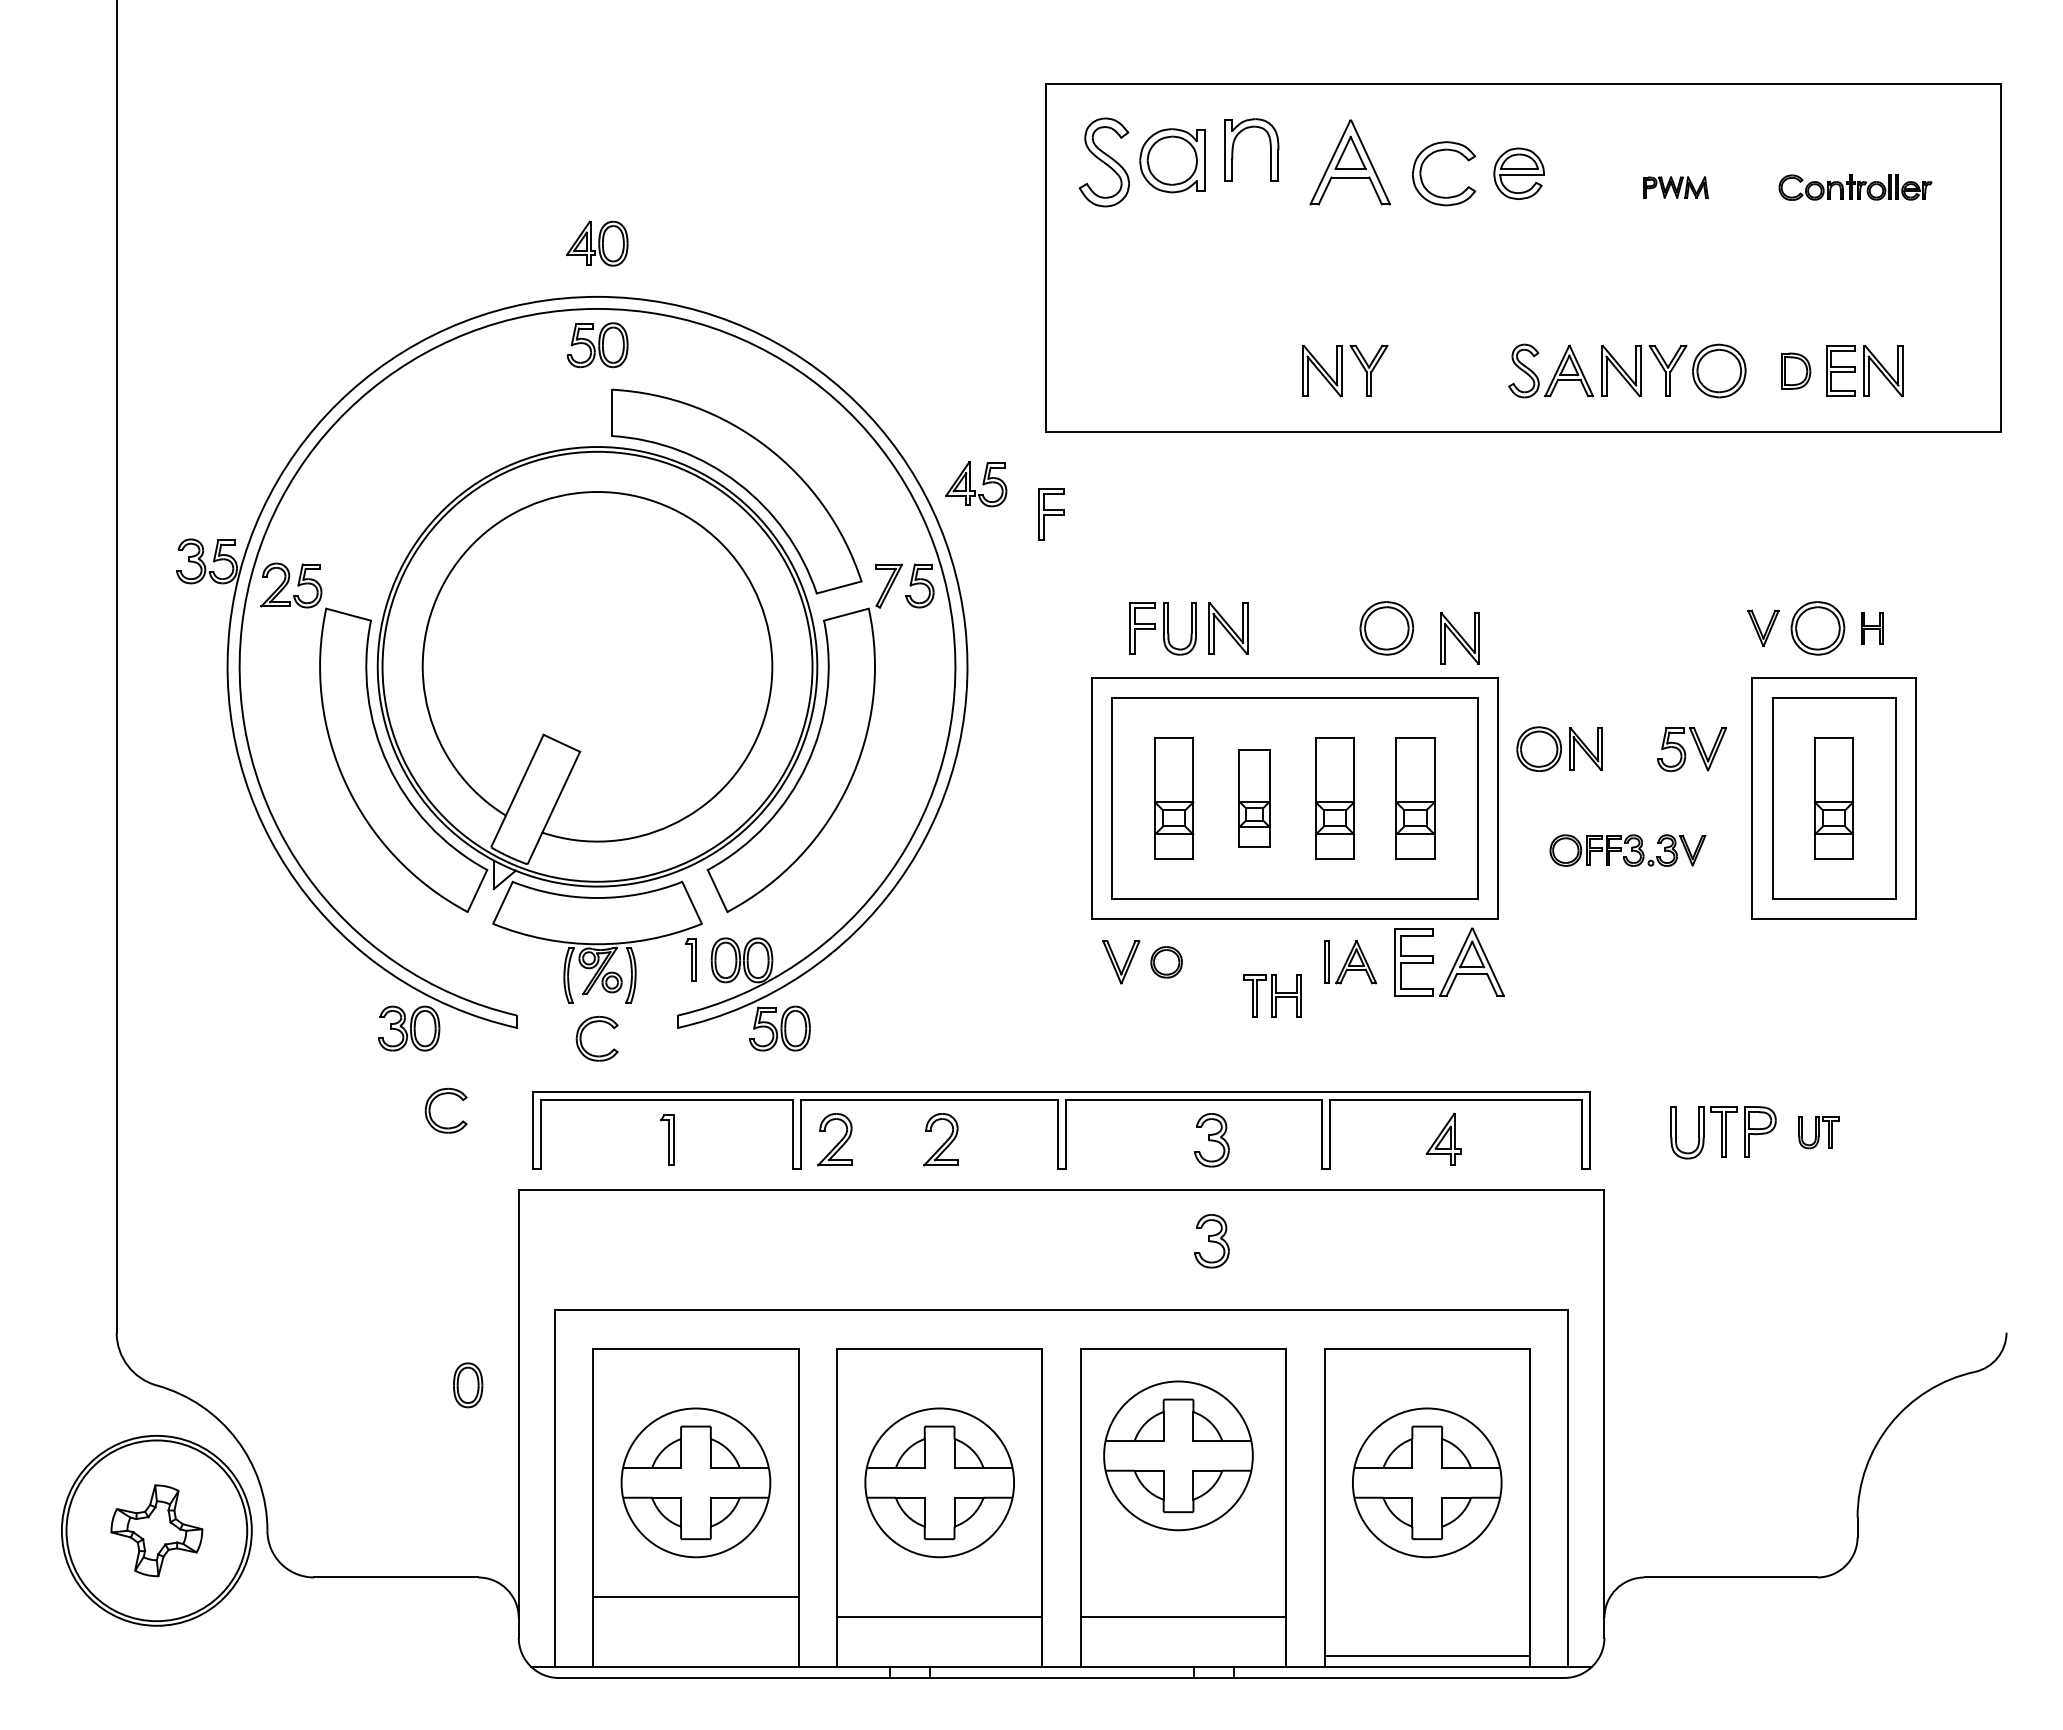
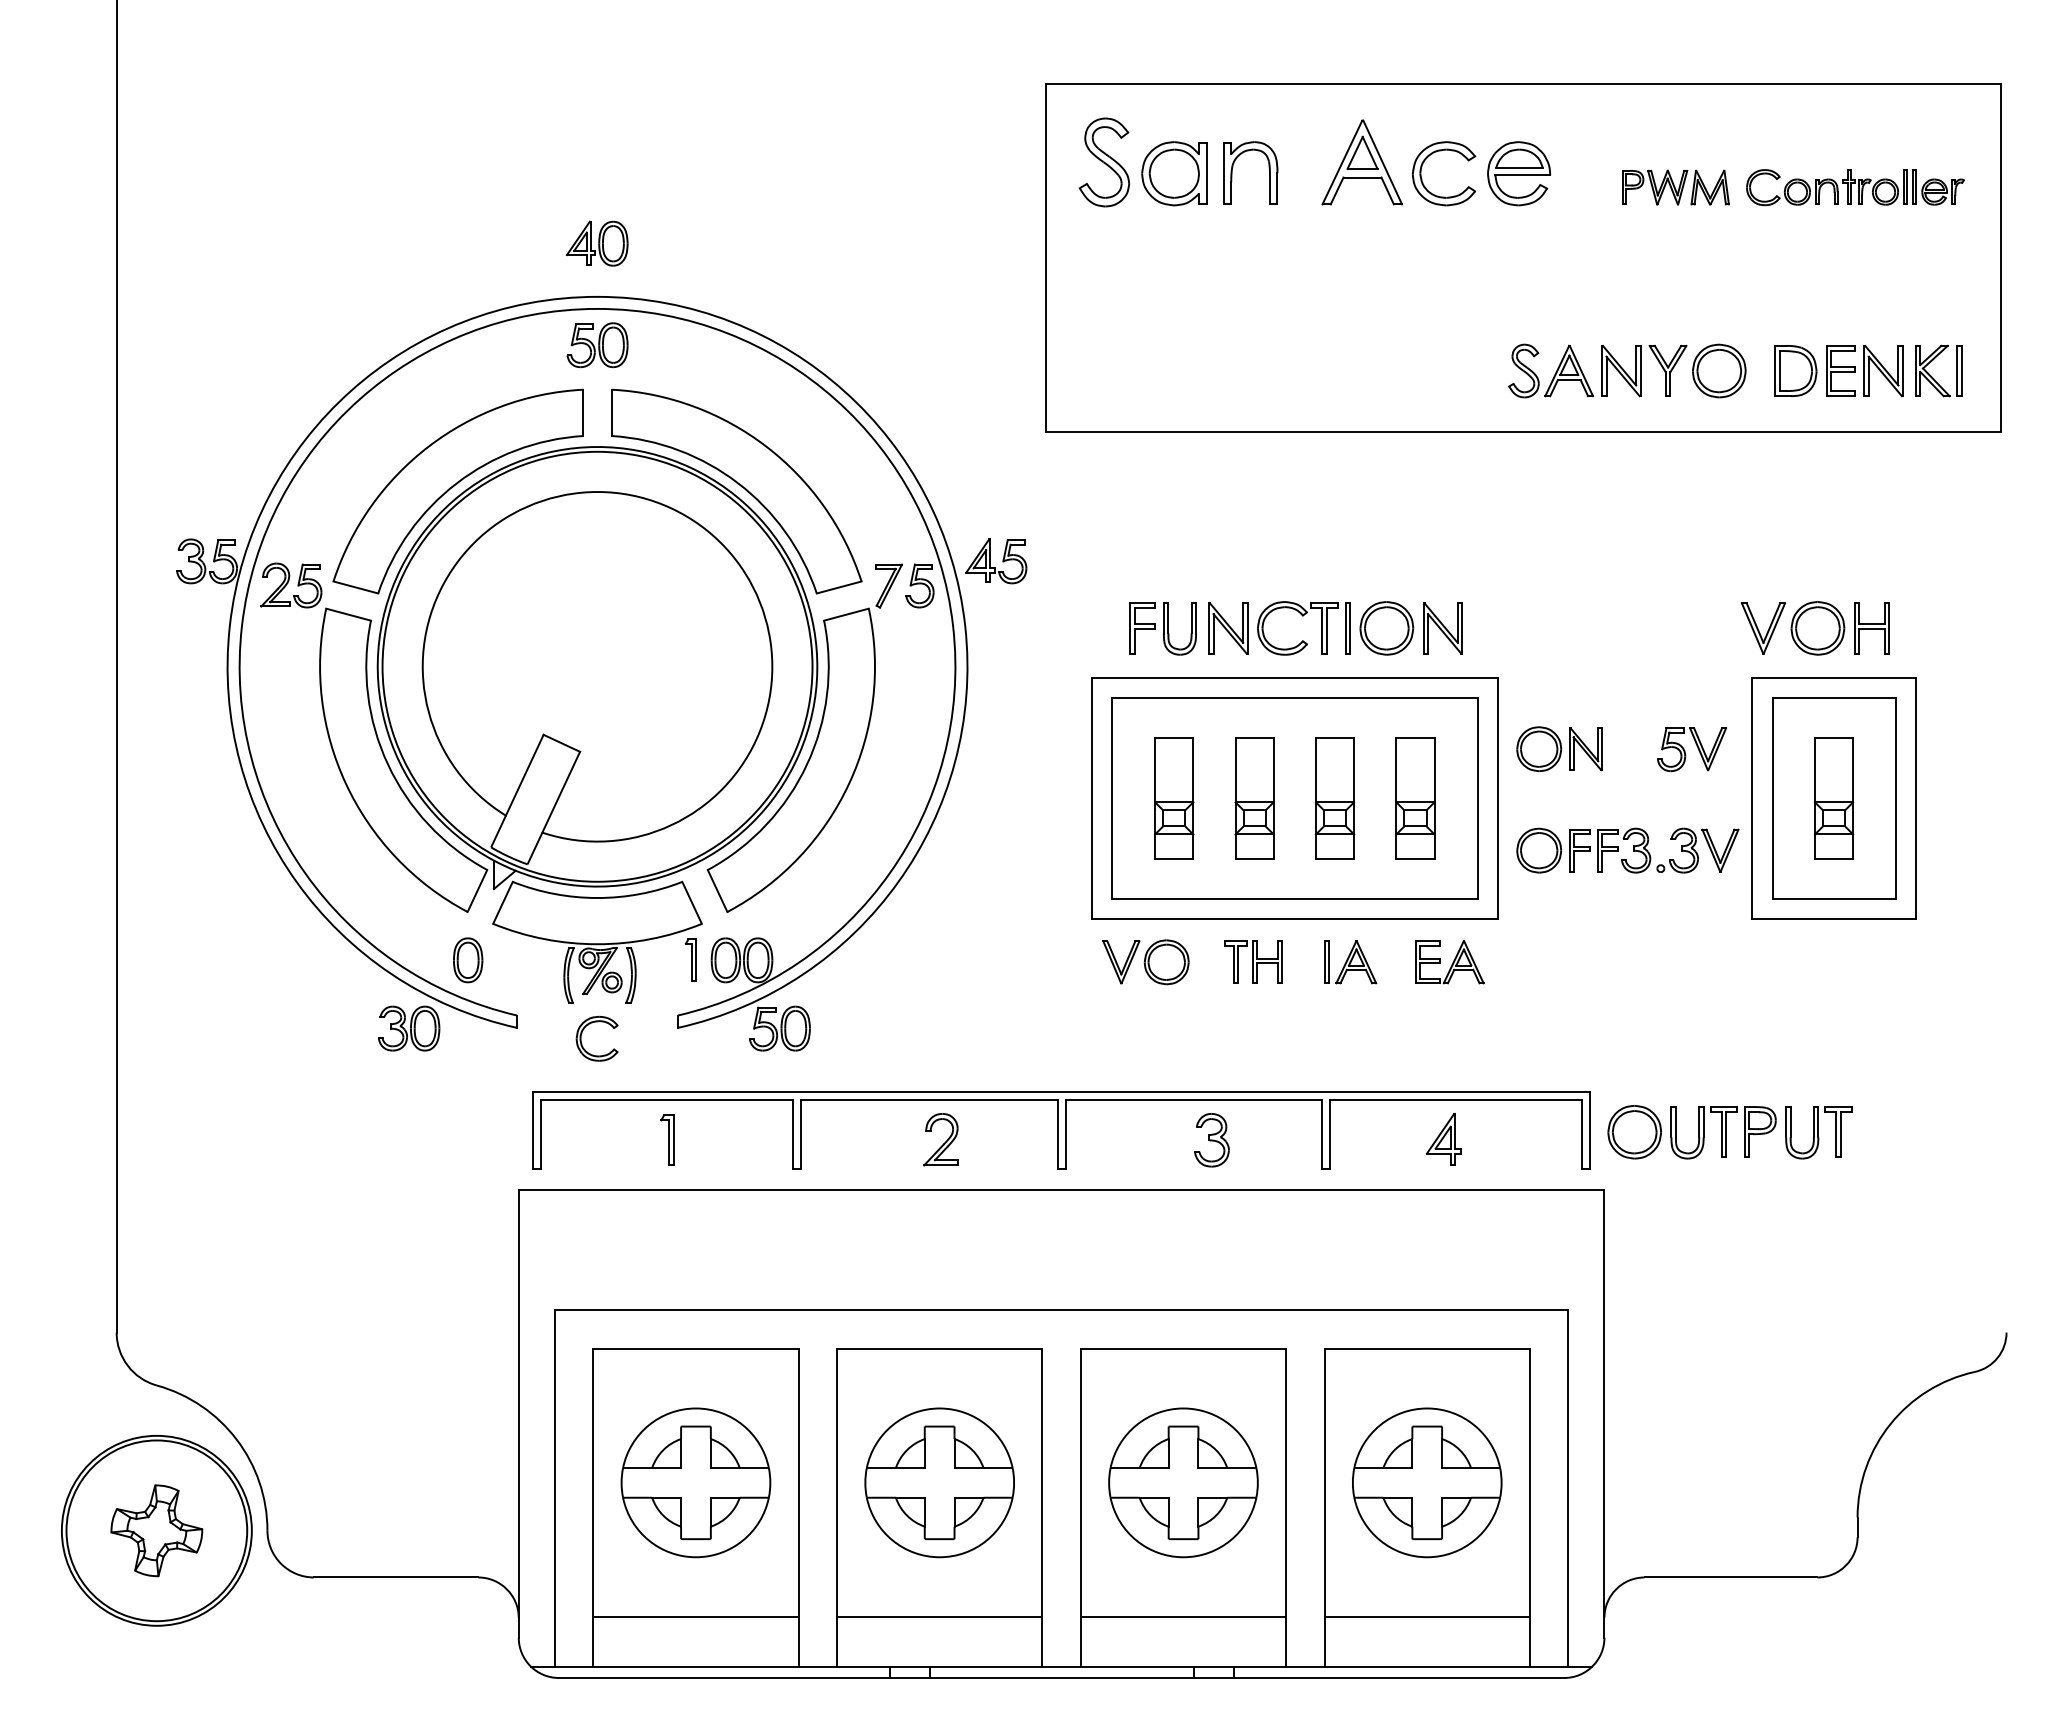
part at (1234, 144) position: (1234, 144) -> (1233, 167)
part at (1172, 160) position: (1172, 160) -> (1174, 173)
part at (1350, 162) position: (1350, 162) -> (1362, 162)
part at (1518, 173) size: 52x53 px -> 65x66 px
part at (1675, 187) size: 66x23 px -> 108x37 px
part at (1855, 187) size: 155x27 px -> 219x38 px
part at (1345, 370): present -> none
part at (1796, 370) size: 31x38 px -> 44x53 px
part at (1932, 376): none -> present
part at (976, 484) position: (976, 484) -> (996, 561)
part at (457, 491): none -> present
part at (1051, 514): present -> none
part at (1303, 616): none -> present
part at (1763, 627) size: 33x38 px -> 45x53 px
part at (1872, 628) size: 23x33 px -> 36x53 px
part at (1459, 638) position: (1459, 638) -> (1442, 628)
part at (1254, 798) size: 33x99 px -> 41x123 px
part at (1627, 850) size: 158x33 px -> 224x47 px
part at (1449, 961) size: 111x70 px -> 70x45 px
part at (1166, 962) size: 33x33 px -> 47x47 px
part at (1272, 995) position: (1272, 995) -> (1253, 961)
part at (431, 1105): present -> none
part at (1634, 1132): none -> present
part at (1818, 1132) size: 42x34 px -> 68x54 px
part at (834, 1139): present -> none
part at (1211, 1241): present -> none
part at (468, 1385) position: (468, 1385) -> (468, 960)
part at (1178, 1455) position: (1178, 1455) -> (1183, 1482)
line at (695, 1596) position: (695, 1596) -> (695, 1616)
line at (1426, 1655) position: (1426, 1655) -> (1426, 1616)
